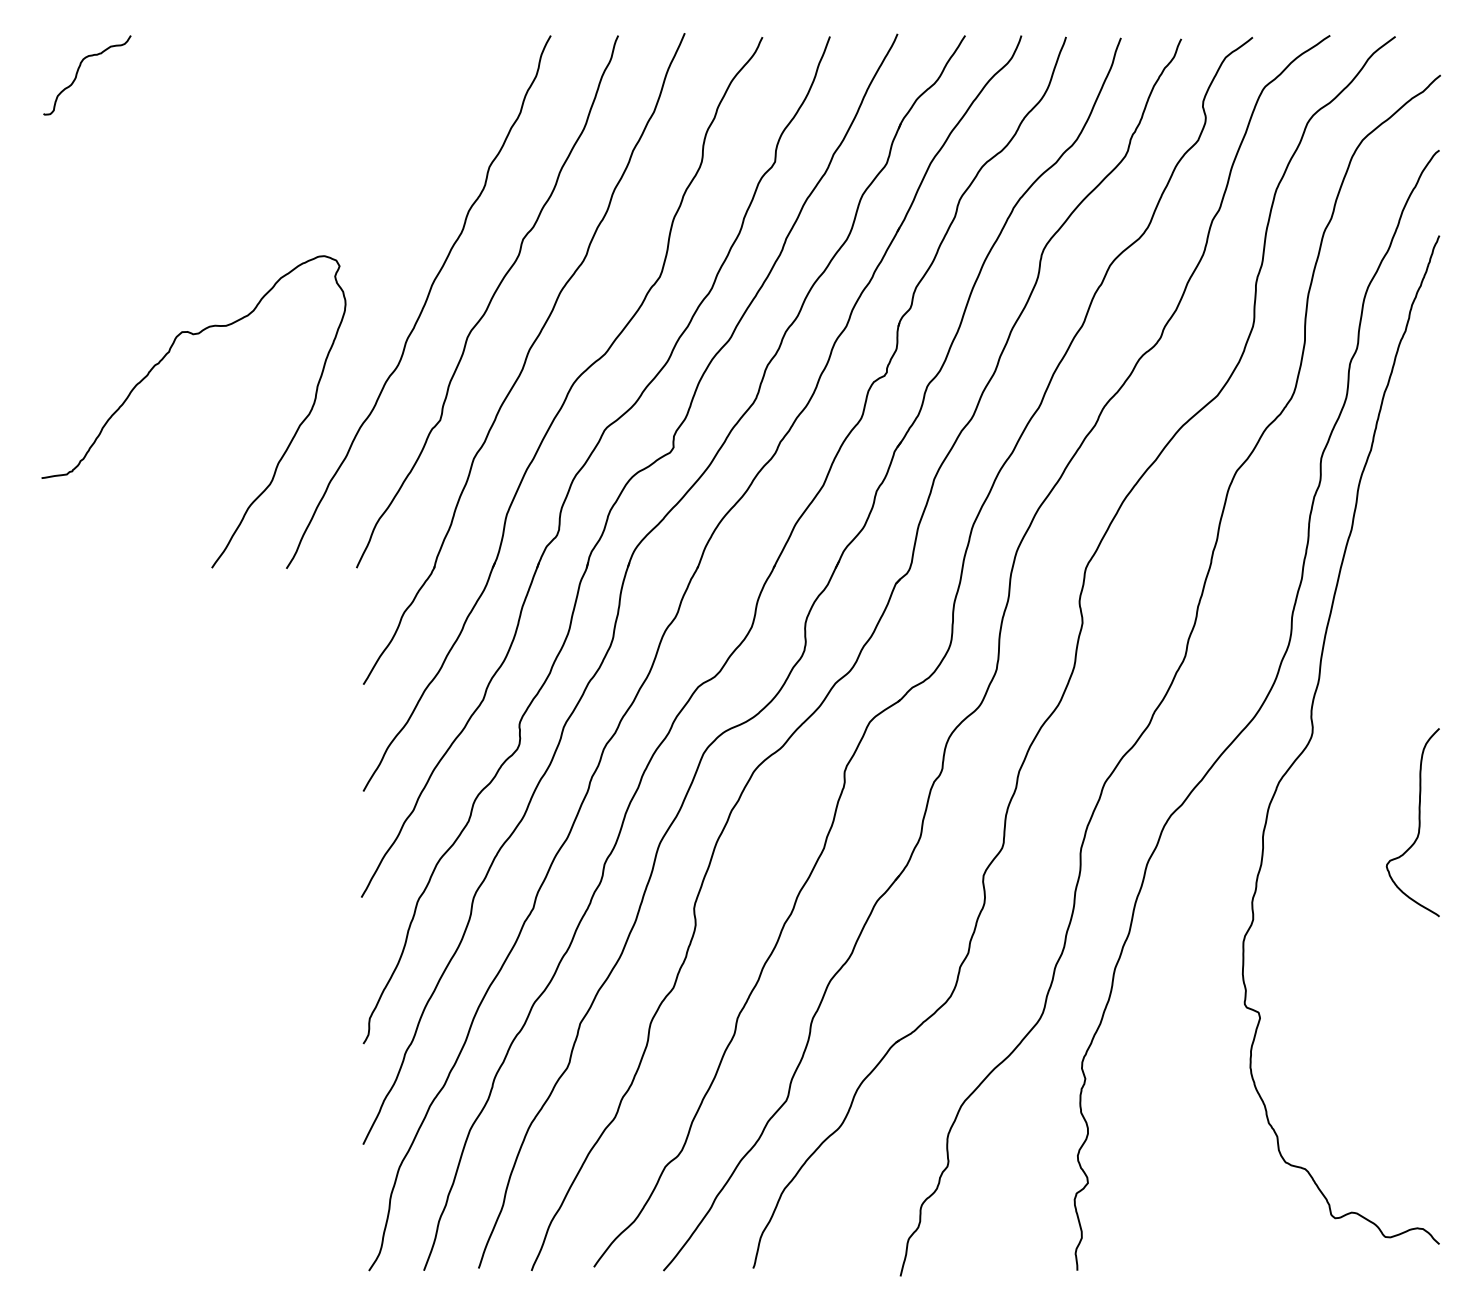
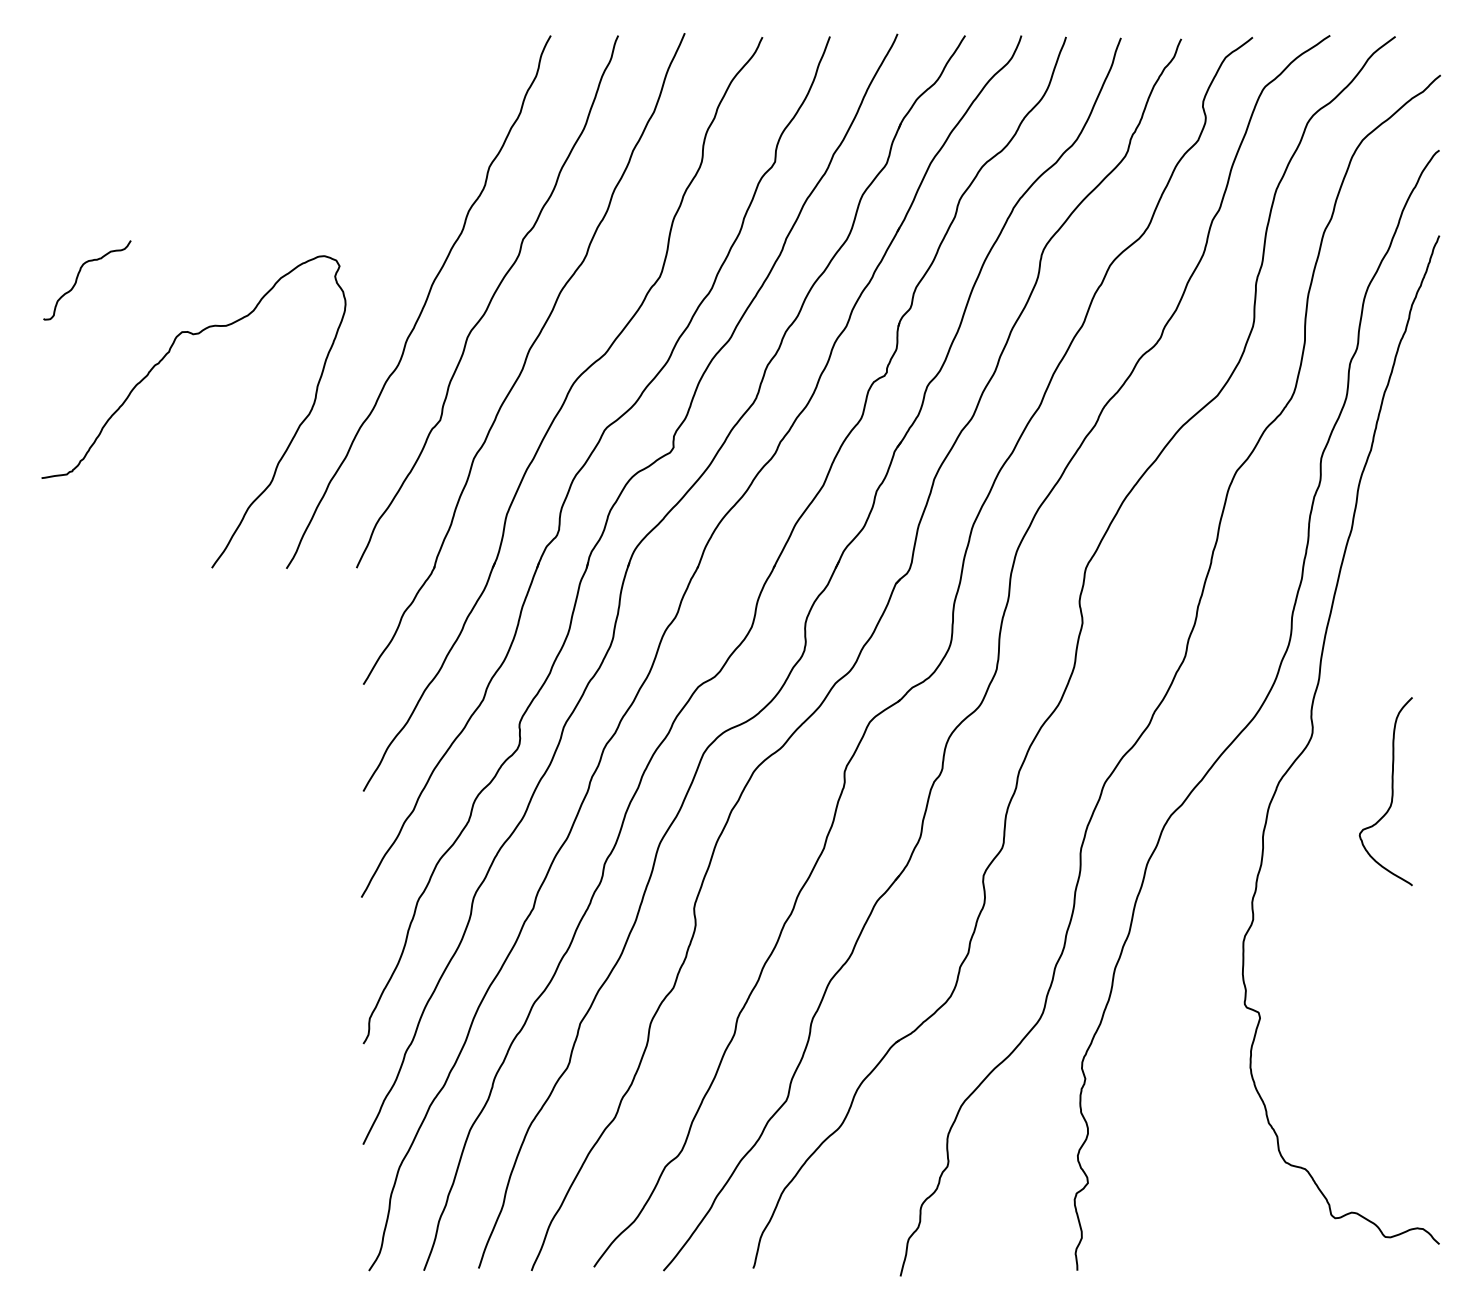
curve at (78, 72) position: (78, 72) -> (78, 277)
curve at (1418, 822) position: (1418, 822) -> (1391, 791)
